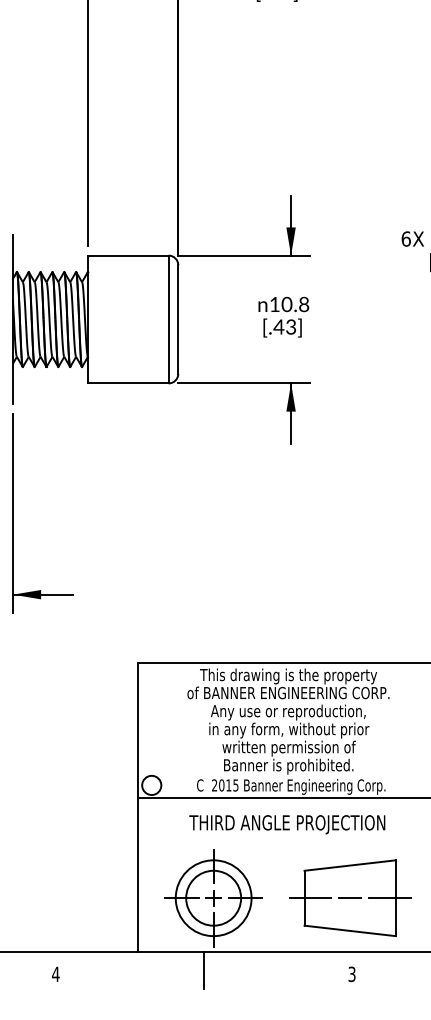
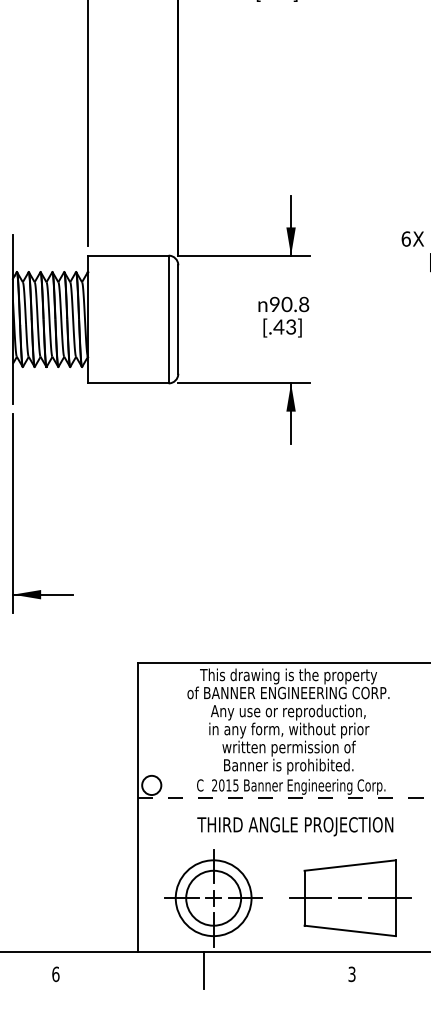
text at (274, 303): 10.8 -> 90.8
line at (284, 798): solid -> dashed
text at (287, 824) position: (287, 824) -> (295, 826)
text at (55, 974): 4 -> 6
